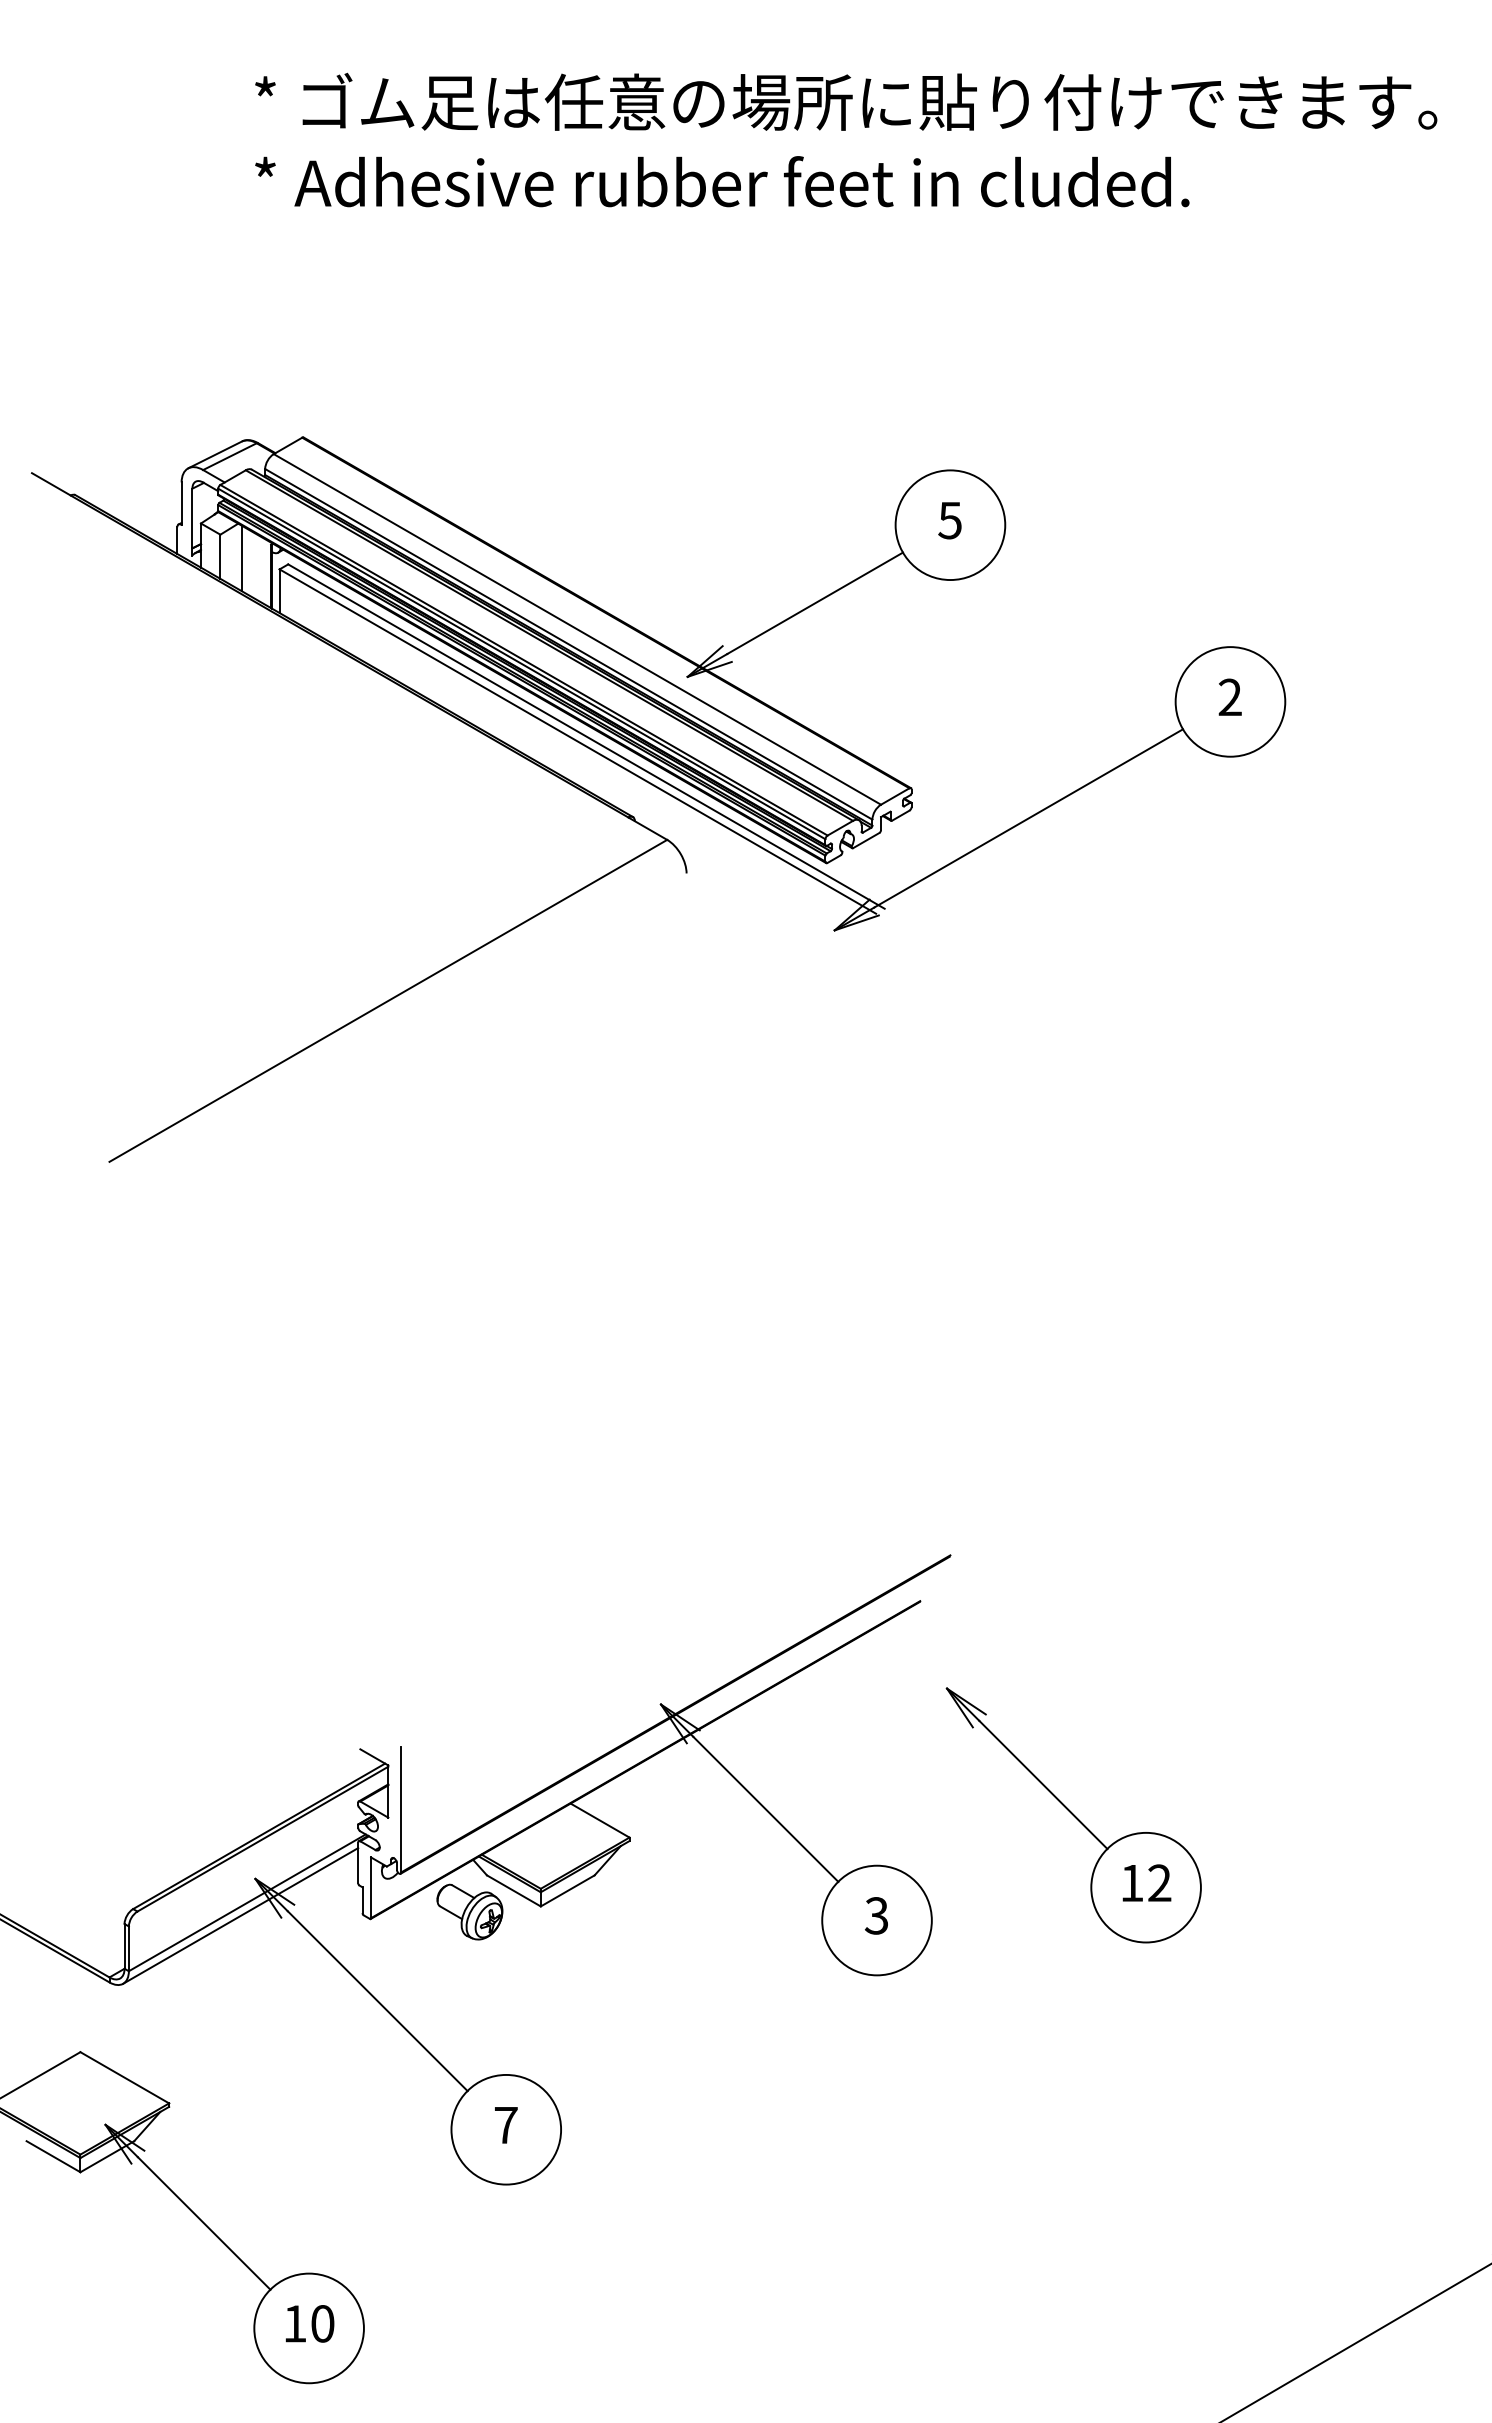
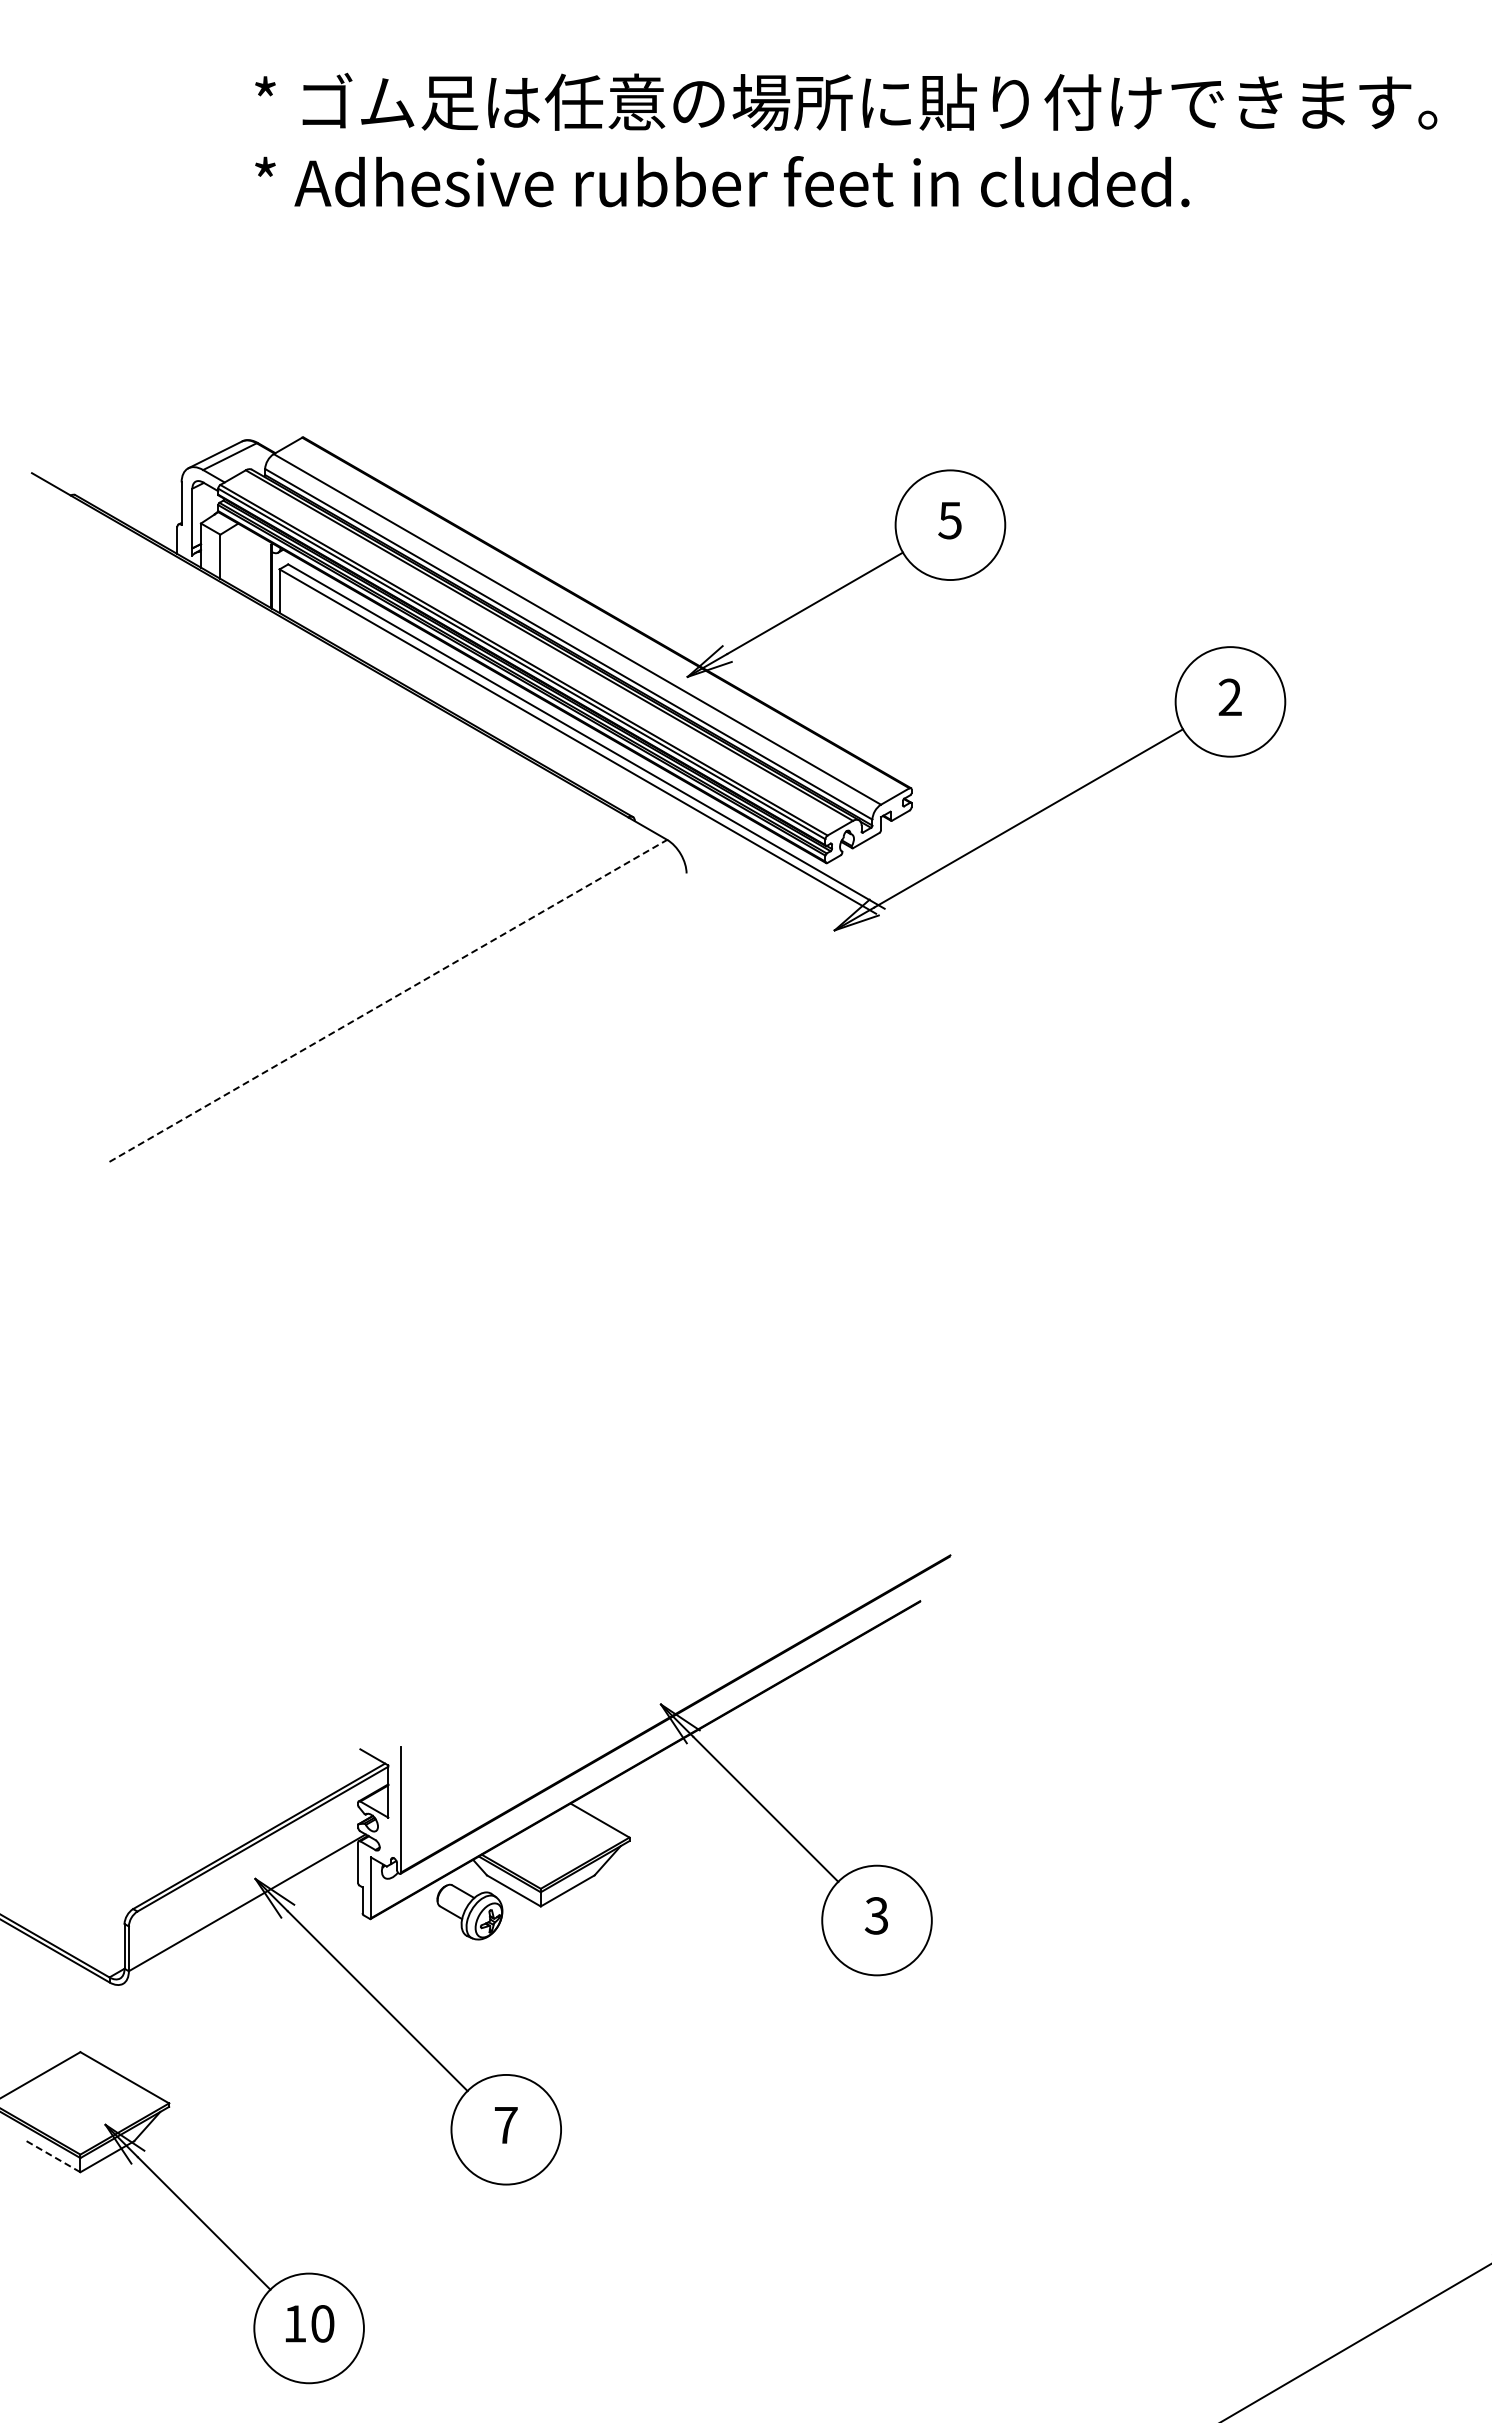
line at (241, 558): present -> none
line at (388, 1000): solid -> dashed
part at (1073, 1815): present -> none
line at (240, 1915): present -> none
line at (53, 2156): solid -> dashed
